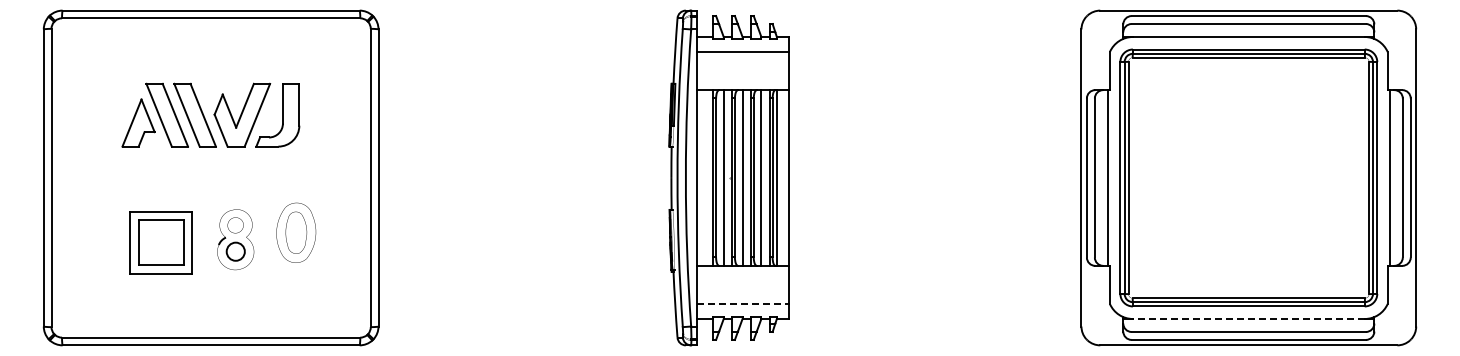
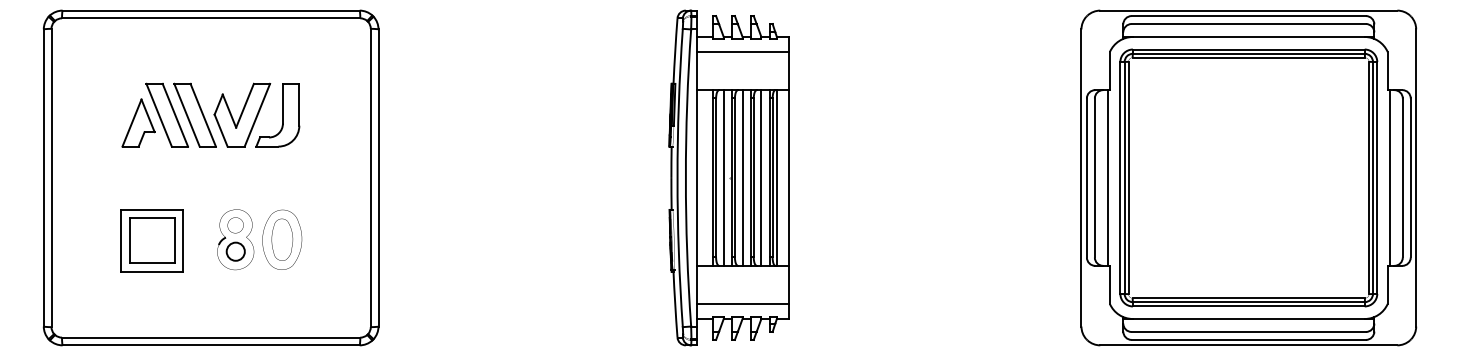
part at (296, 232) position: (296, 232) -> (282, 239)
part at (160, 242) position: (160, 242) -> (151, 240)
line at (743, 303): dashed -> solid
line at (1248, 319): dashed -> solid
